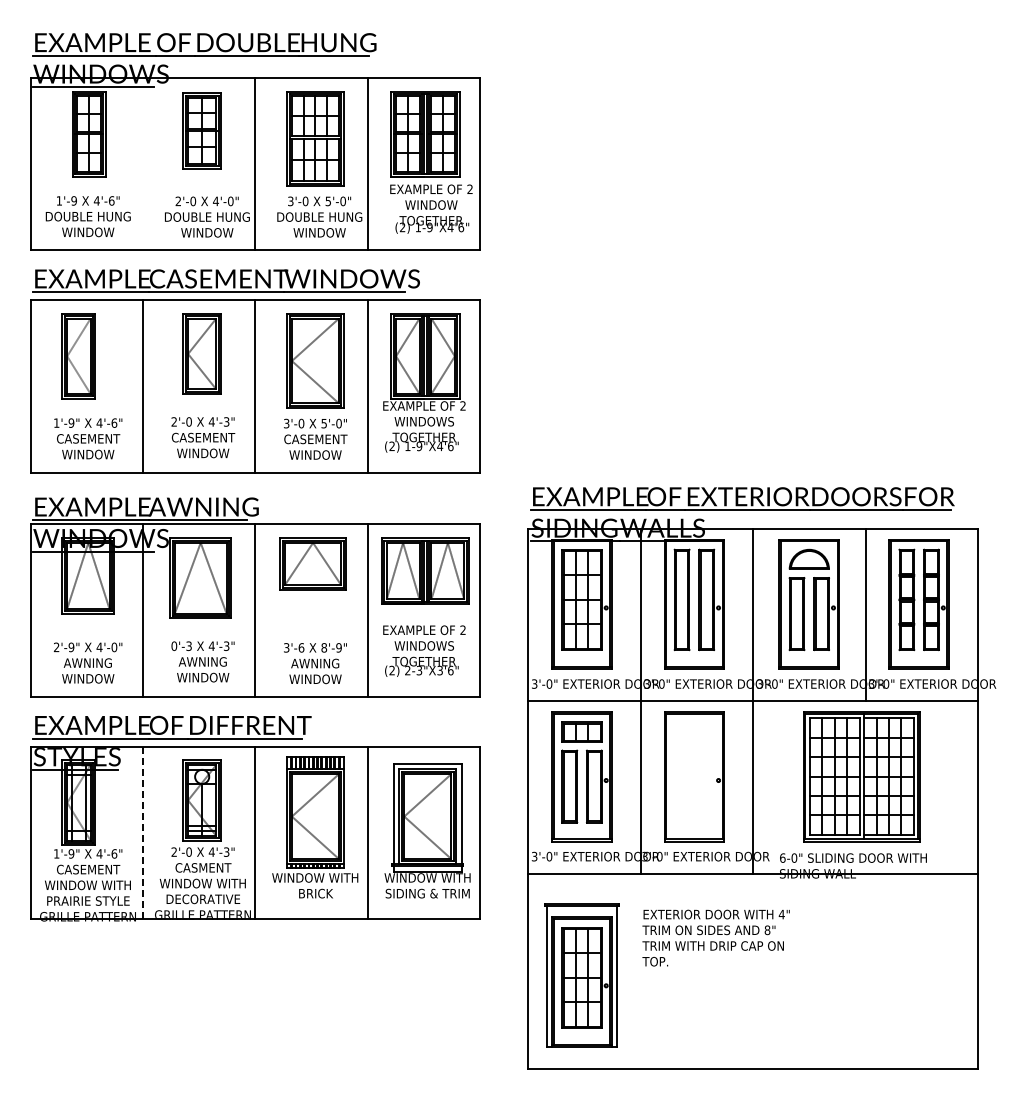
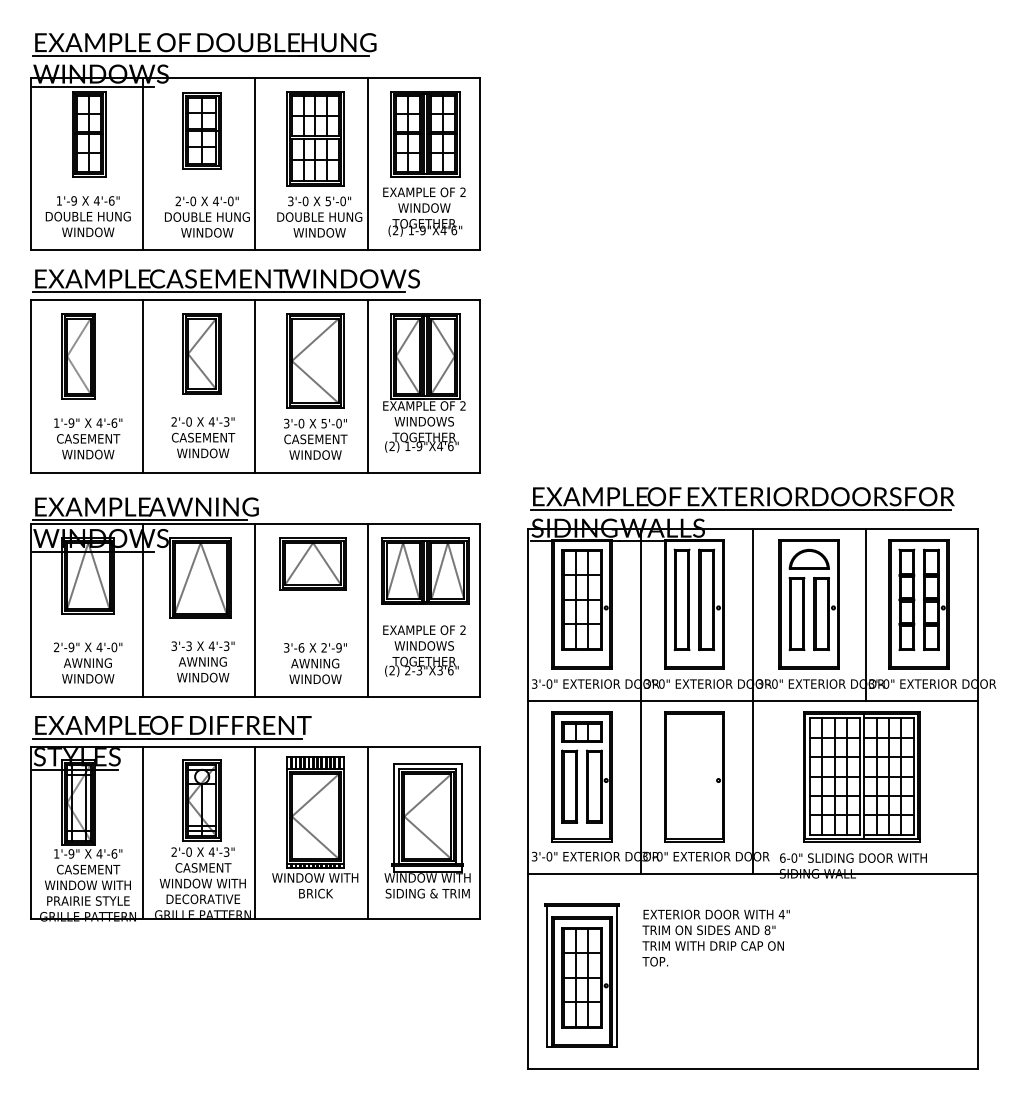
line at (142, 163): none -> present
text at (431, 208) position: (431, 208) -> (424, 211)
text at (174, 645): 0'-3 -> 3'-3
text at (324, 647): 8'-9" -> 2'-9"
line at (142, 833): dashed -> solid
